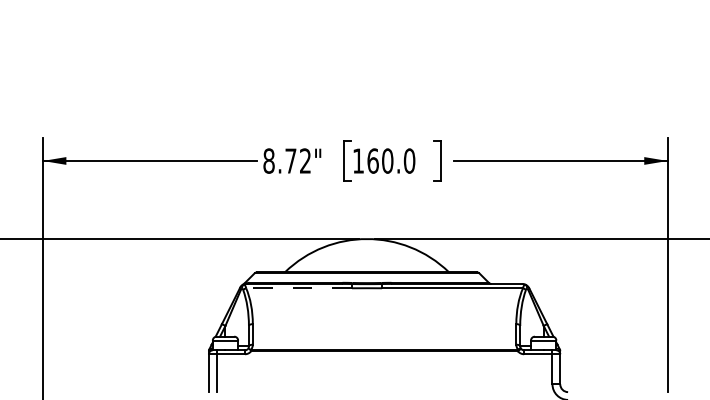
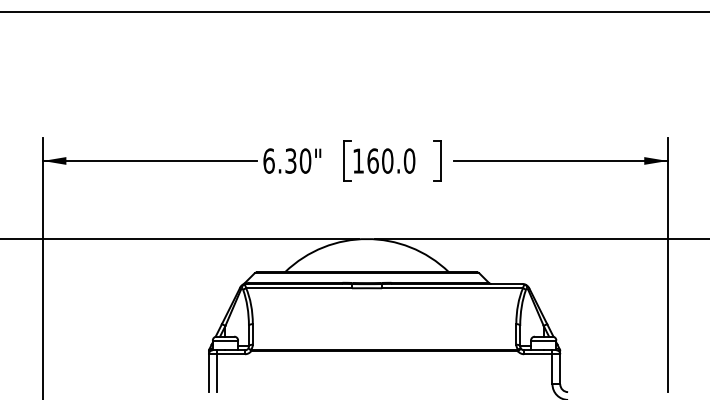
line at (354, 11): none -> present
text at (287, 160): 8.72" -> 6.30"
line at (299, 288): dashed -> solid
